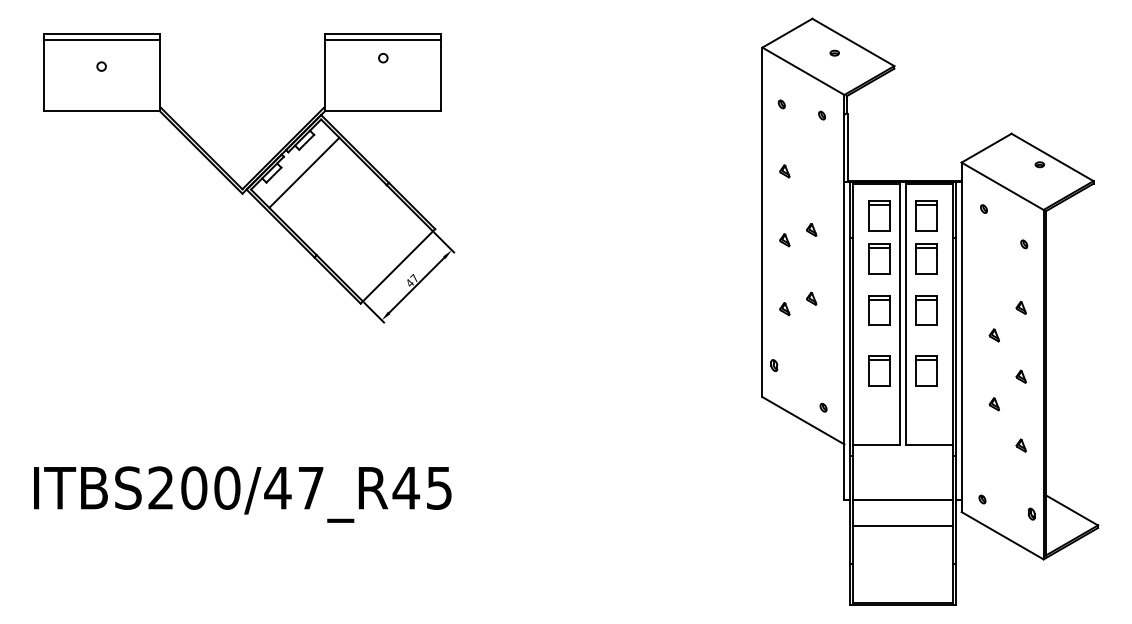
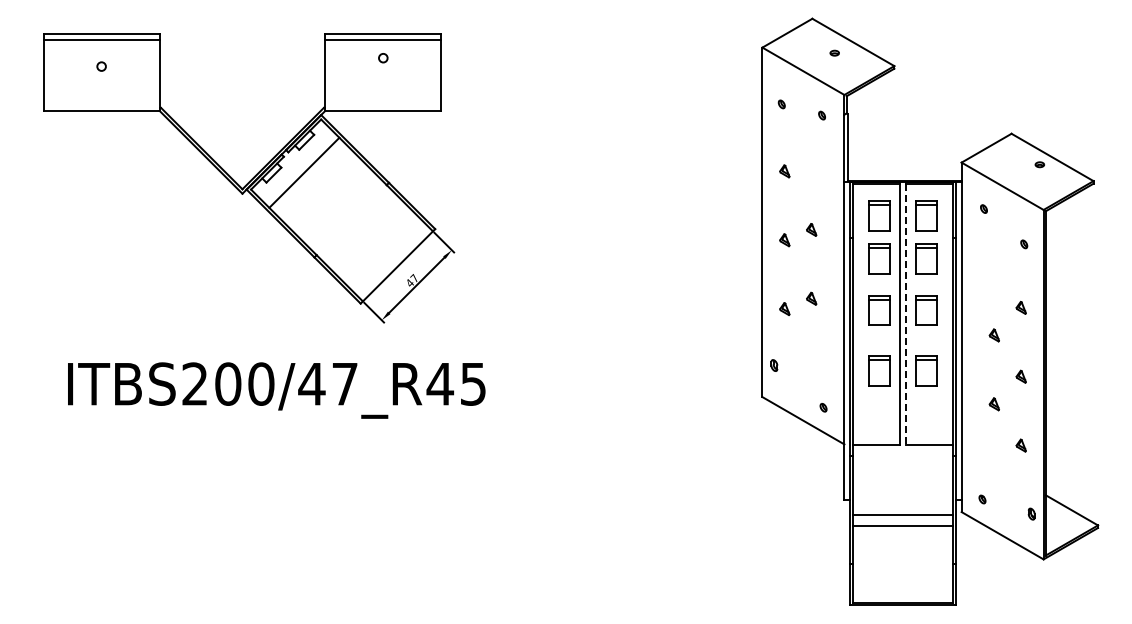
line at (906, 315): solid -> dashed
text at (242, 494) position: (242, 494) -> (276, 390)
line at (902, 499) position: (902, 499) -> (902, 514)
